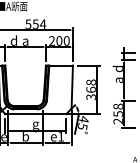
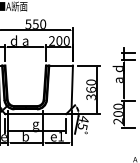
text at (42, 23): 554 -> 550
text at (91, 82): 368 -> 360
text at (117, 109): 258 -> 200
